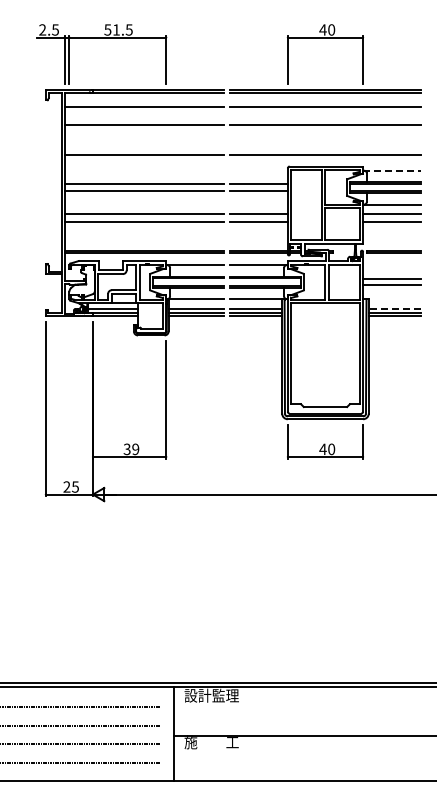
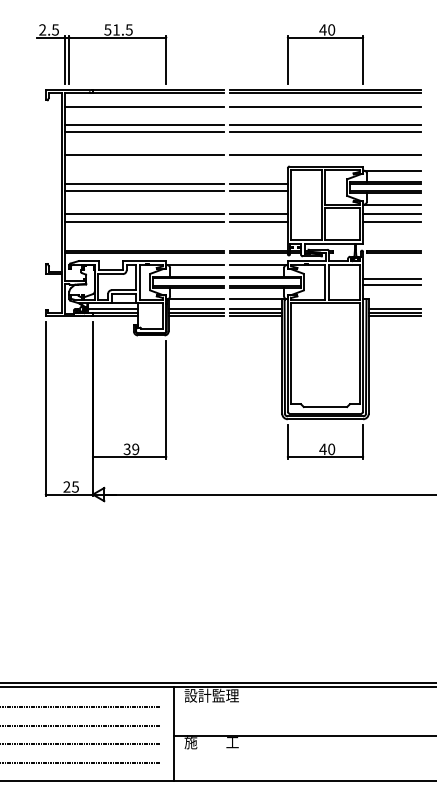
line at (144, 131): none -> present
line at (325, 131): none -> present
line at (392, 170): dashed -> solid
line at (394, 308): dashed -> solid
